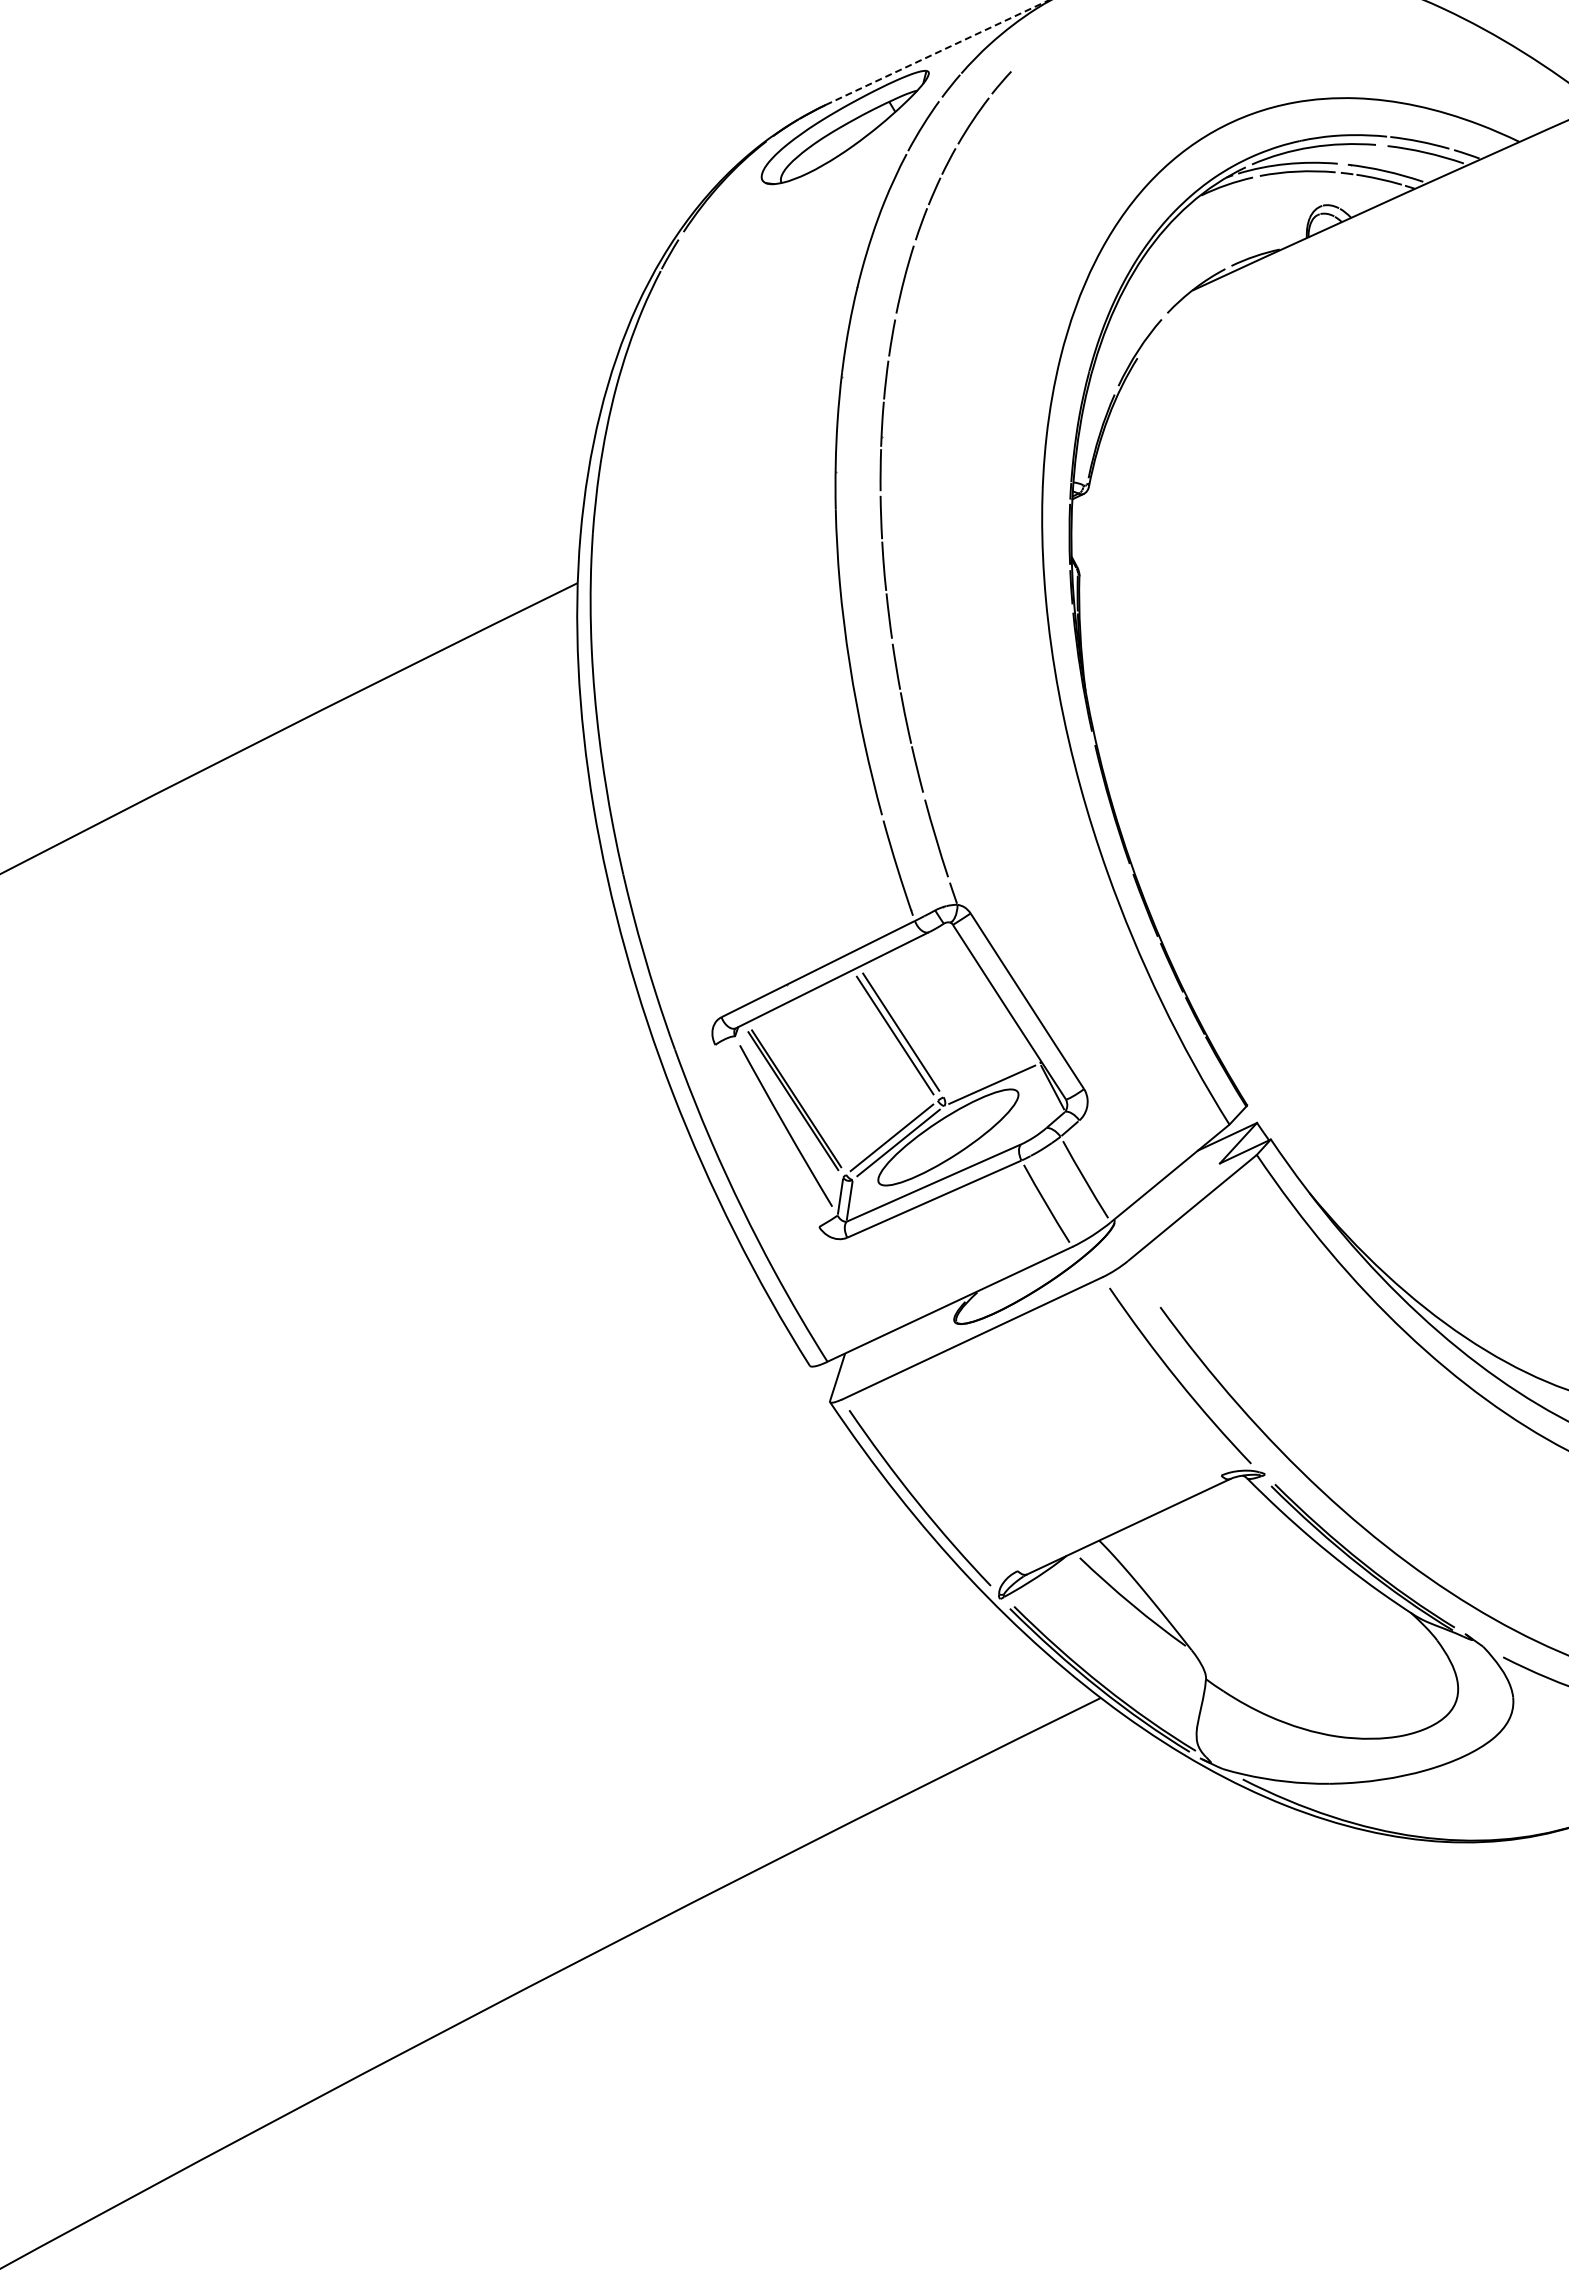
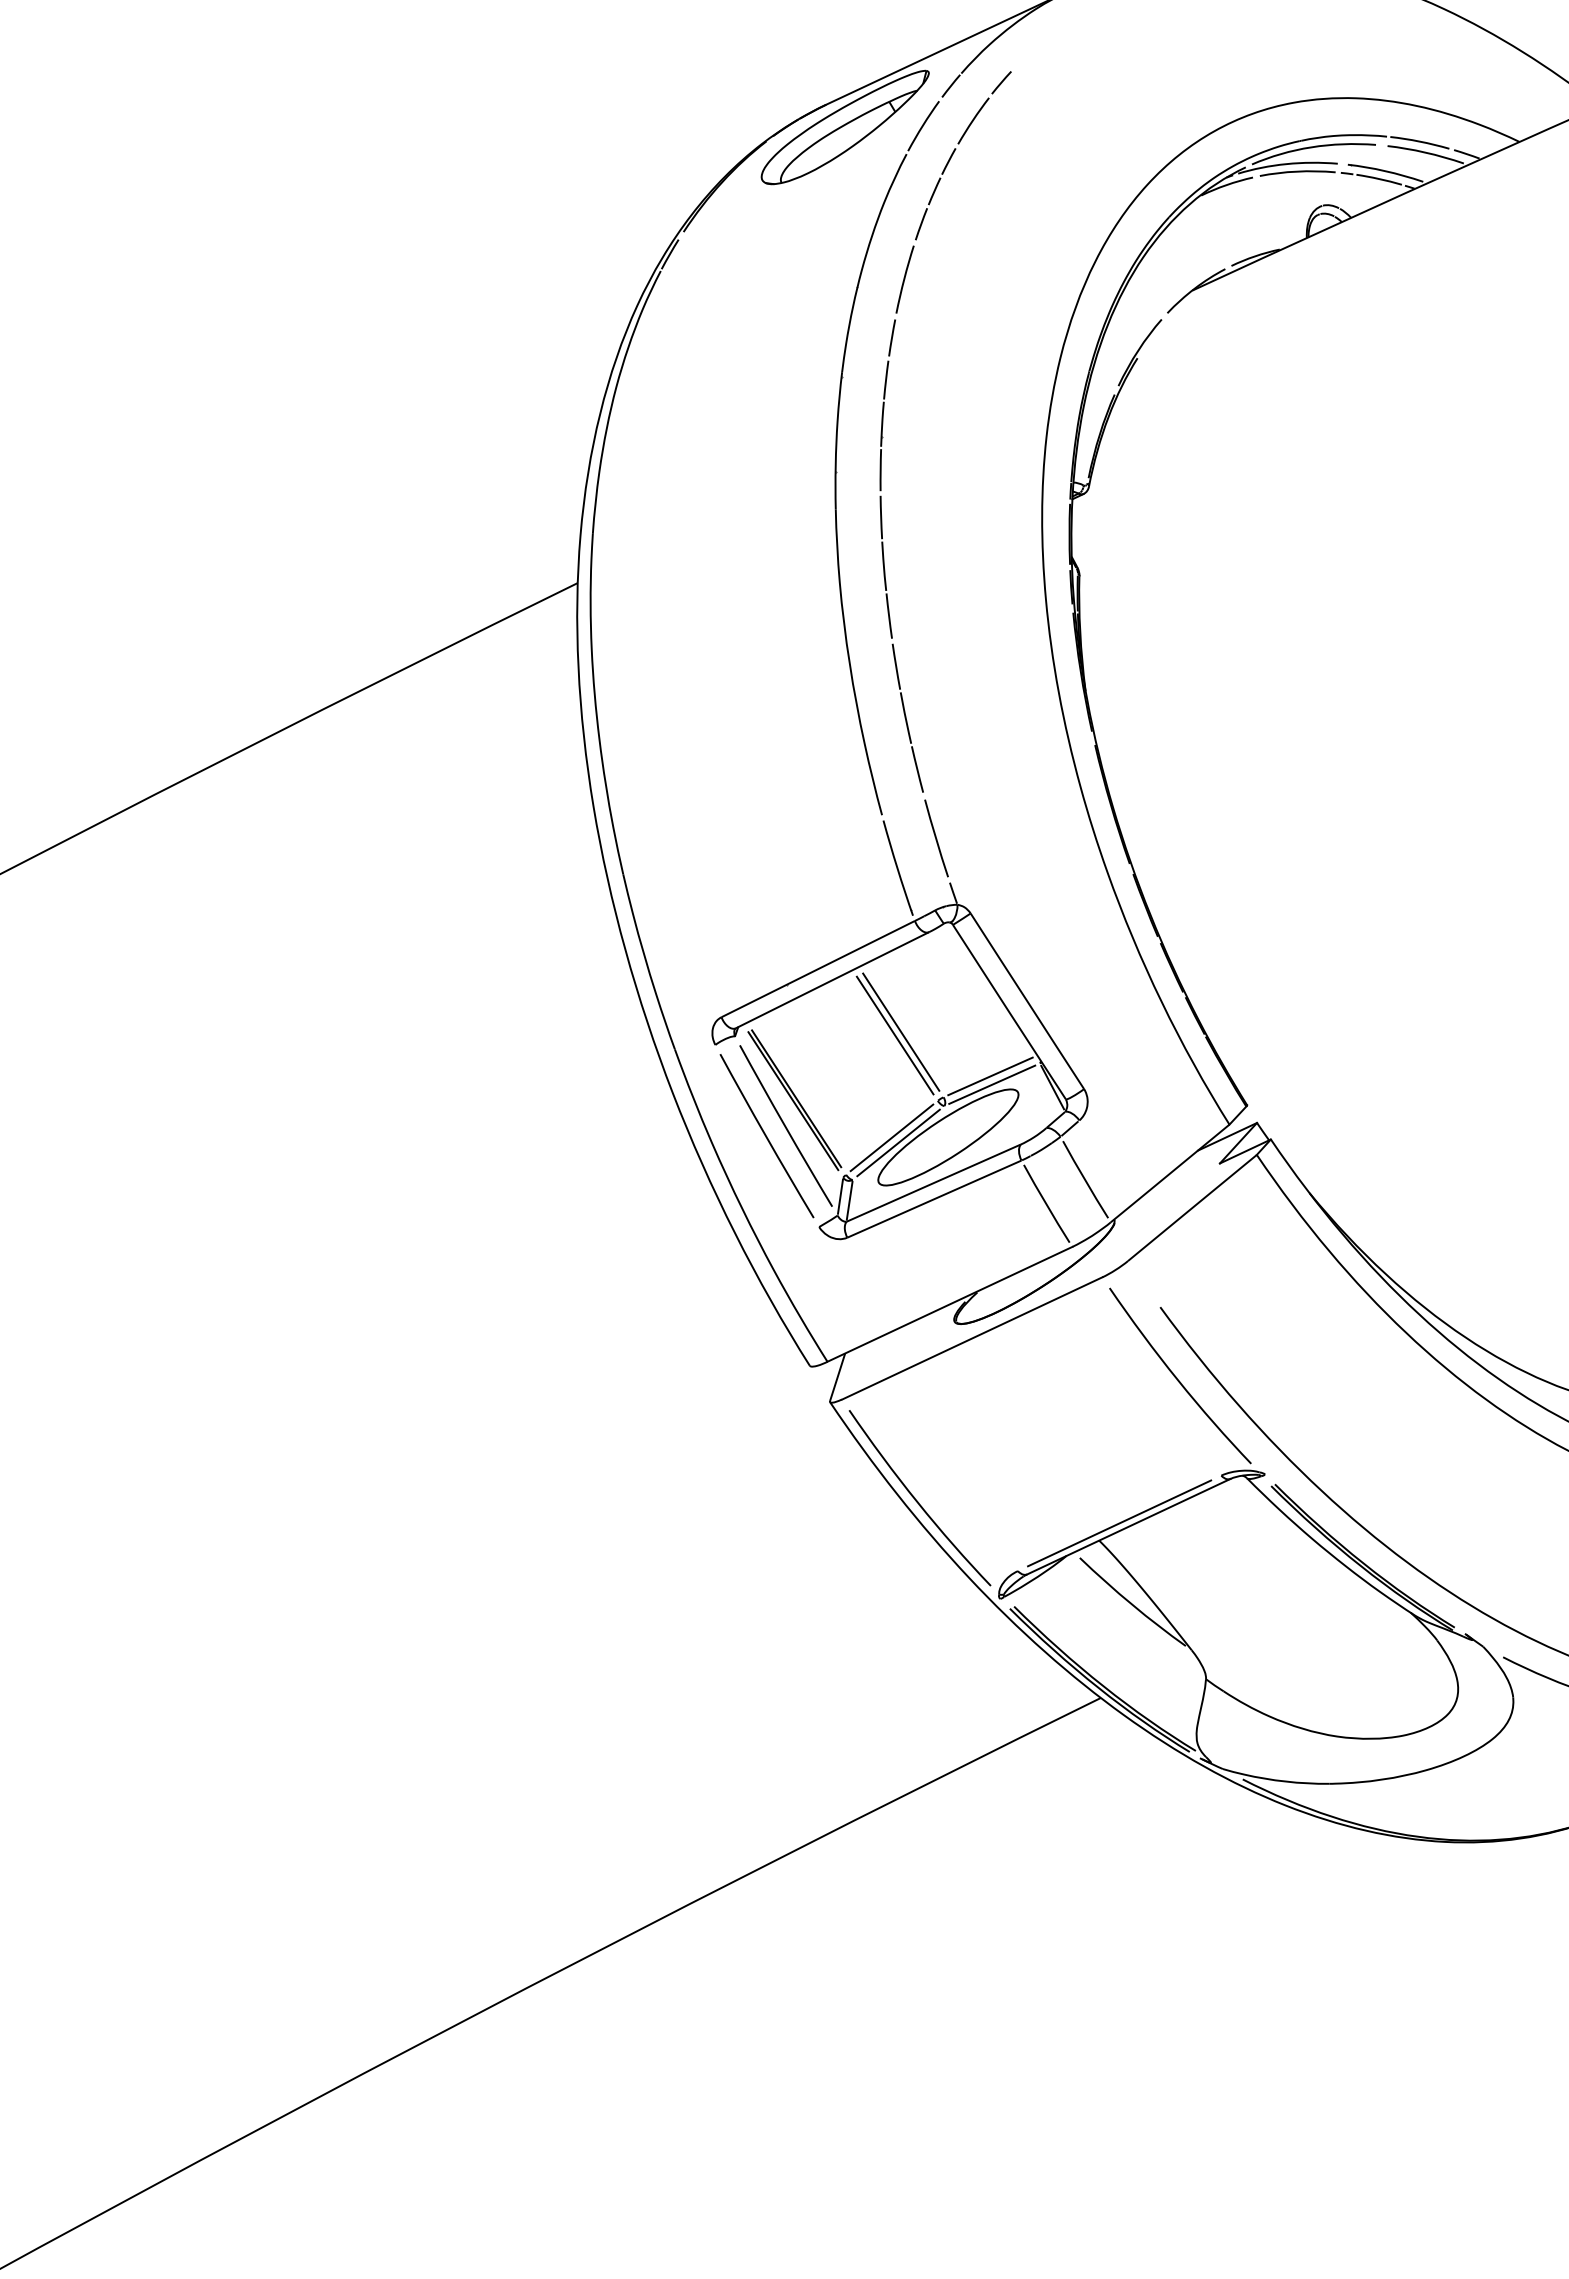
line at (937, 52): dashed -> solid
line at (990, 1076): none -> present
curve at (766, 1136): none -> present
line at (1119, 1523): none -> present
